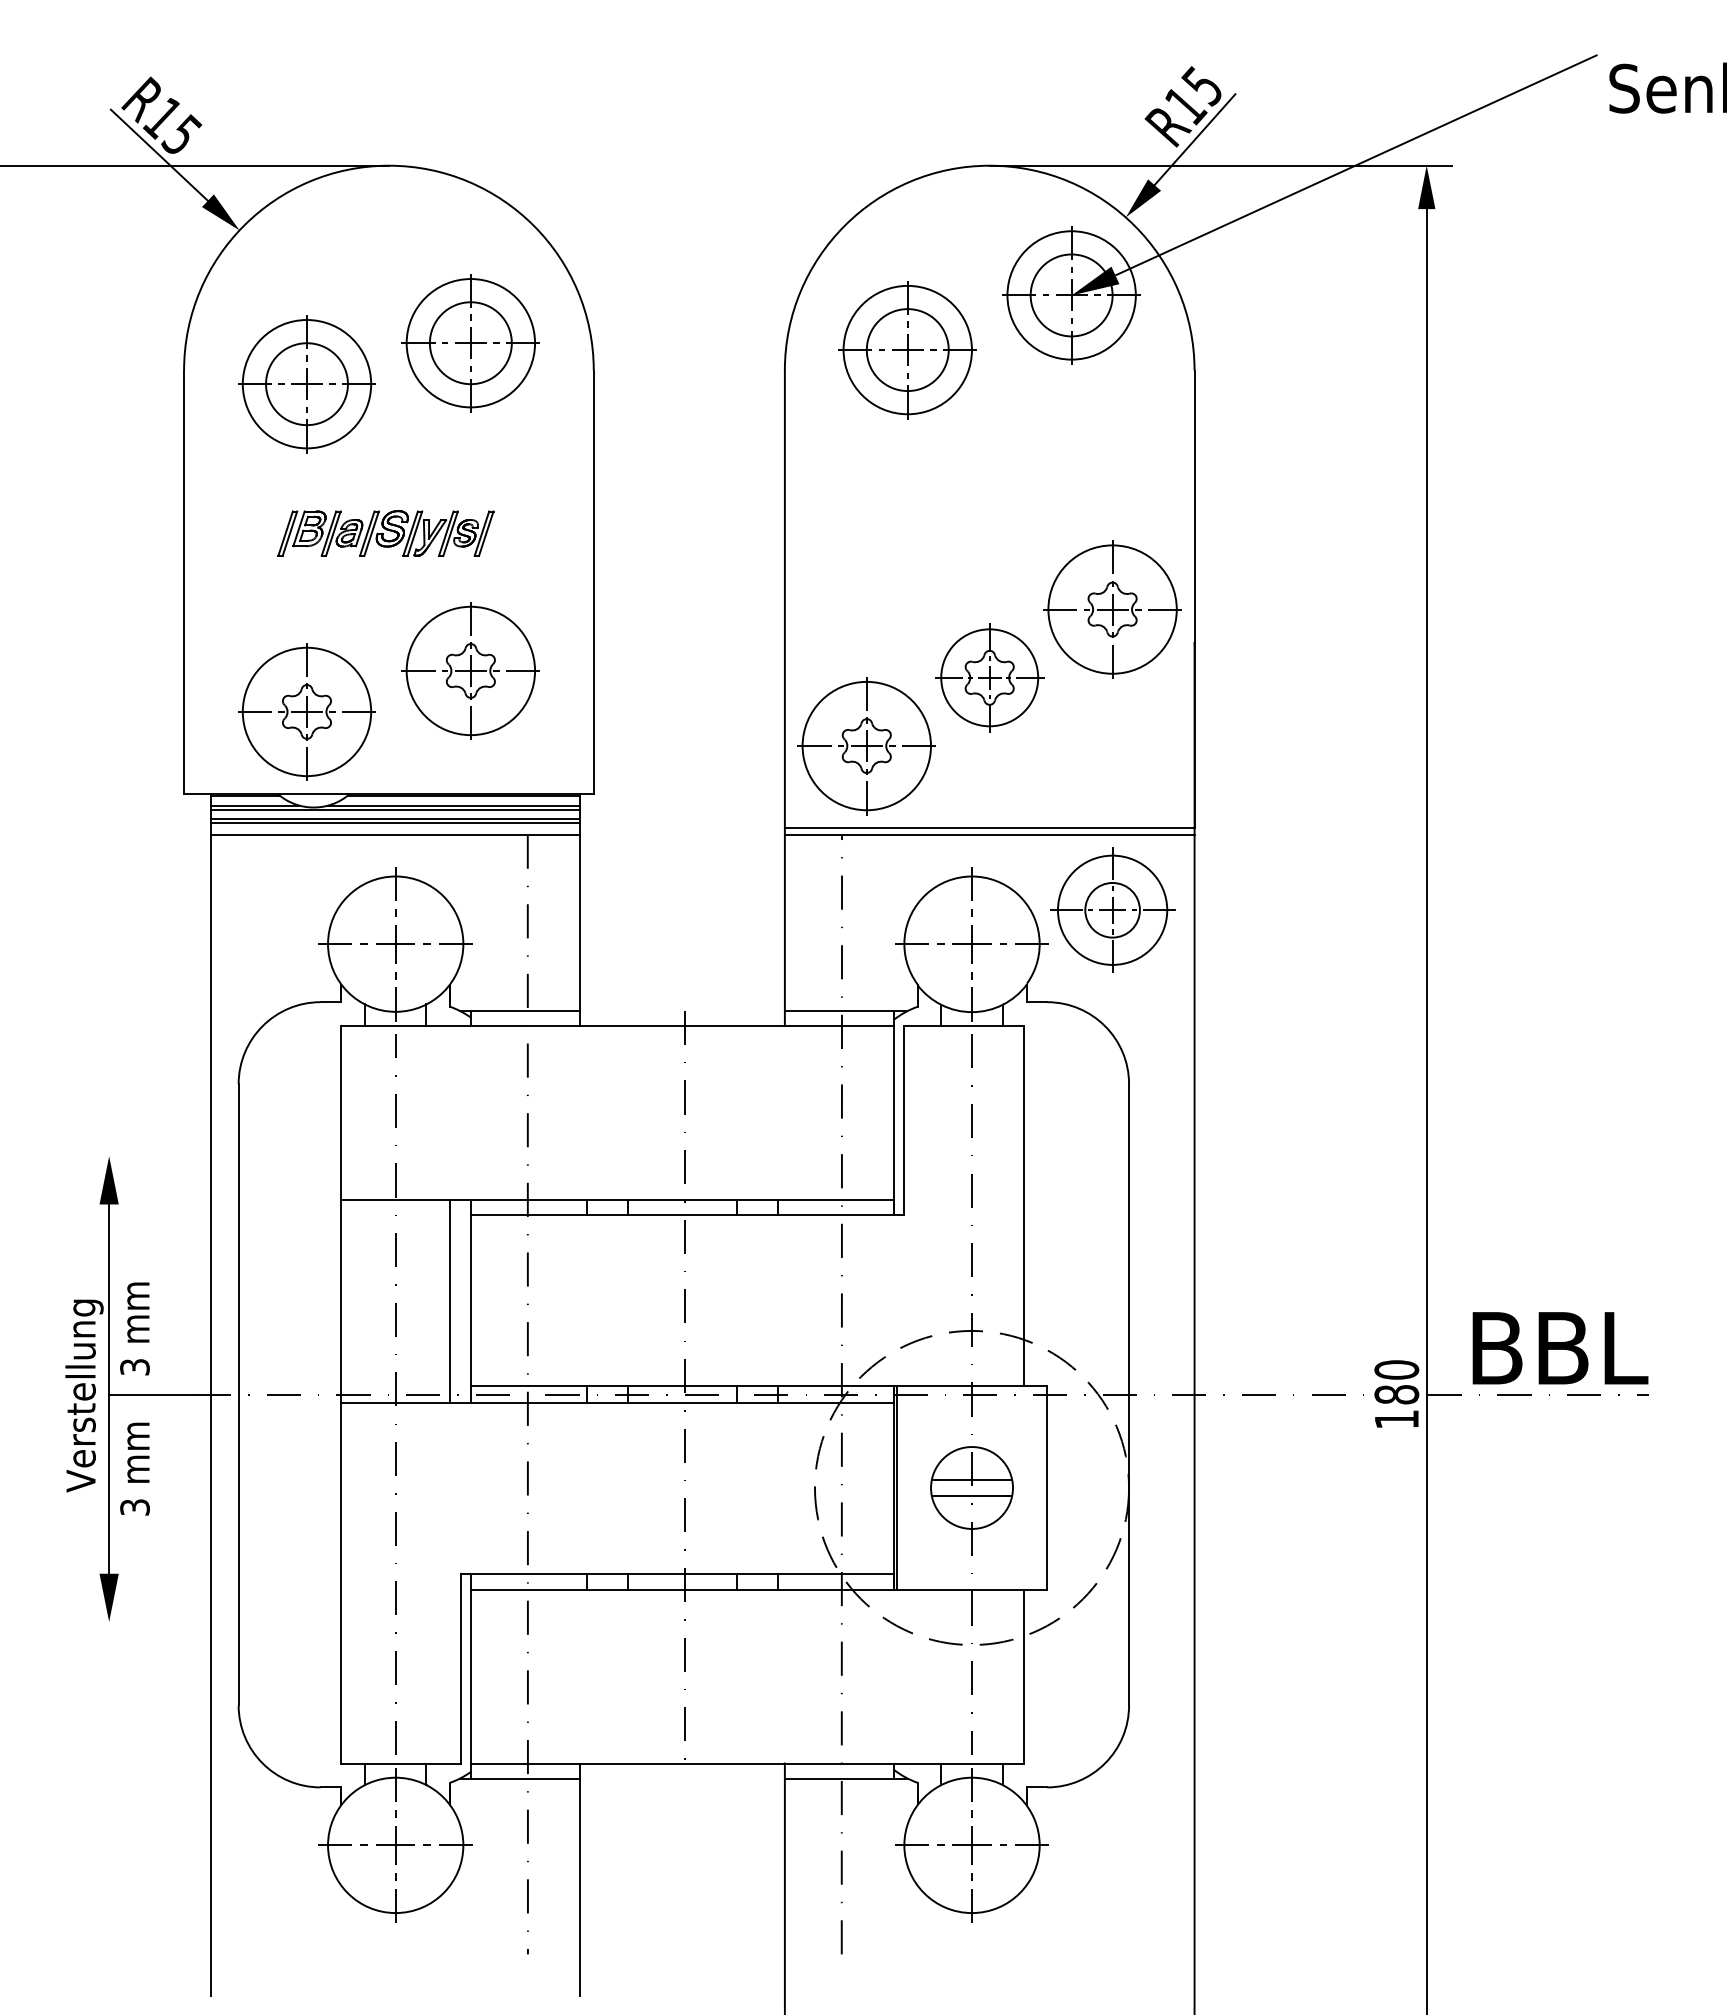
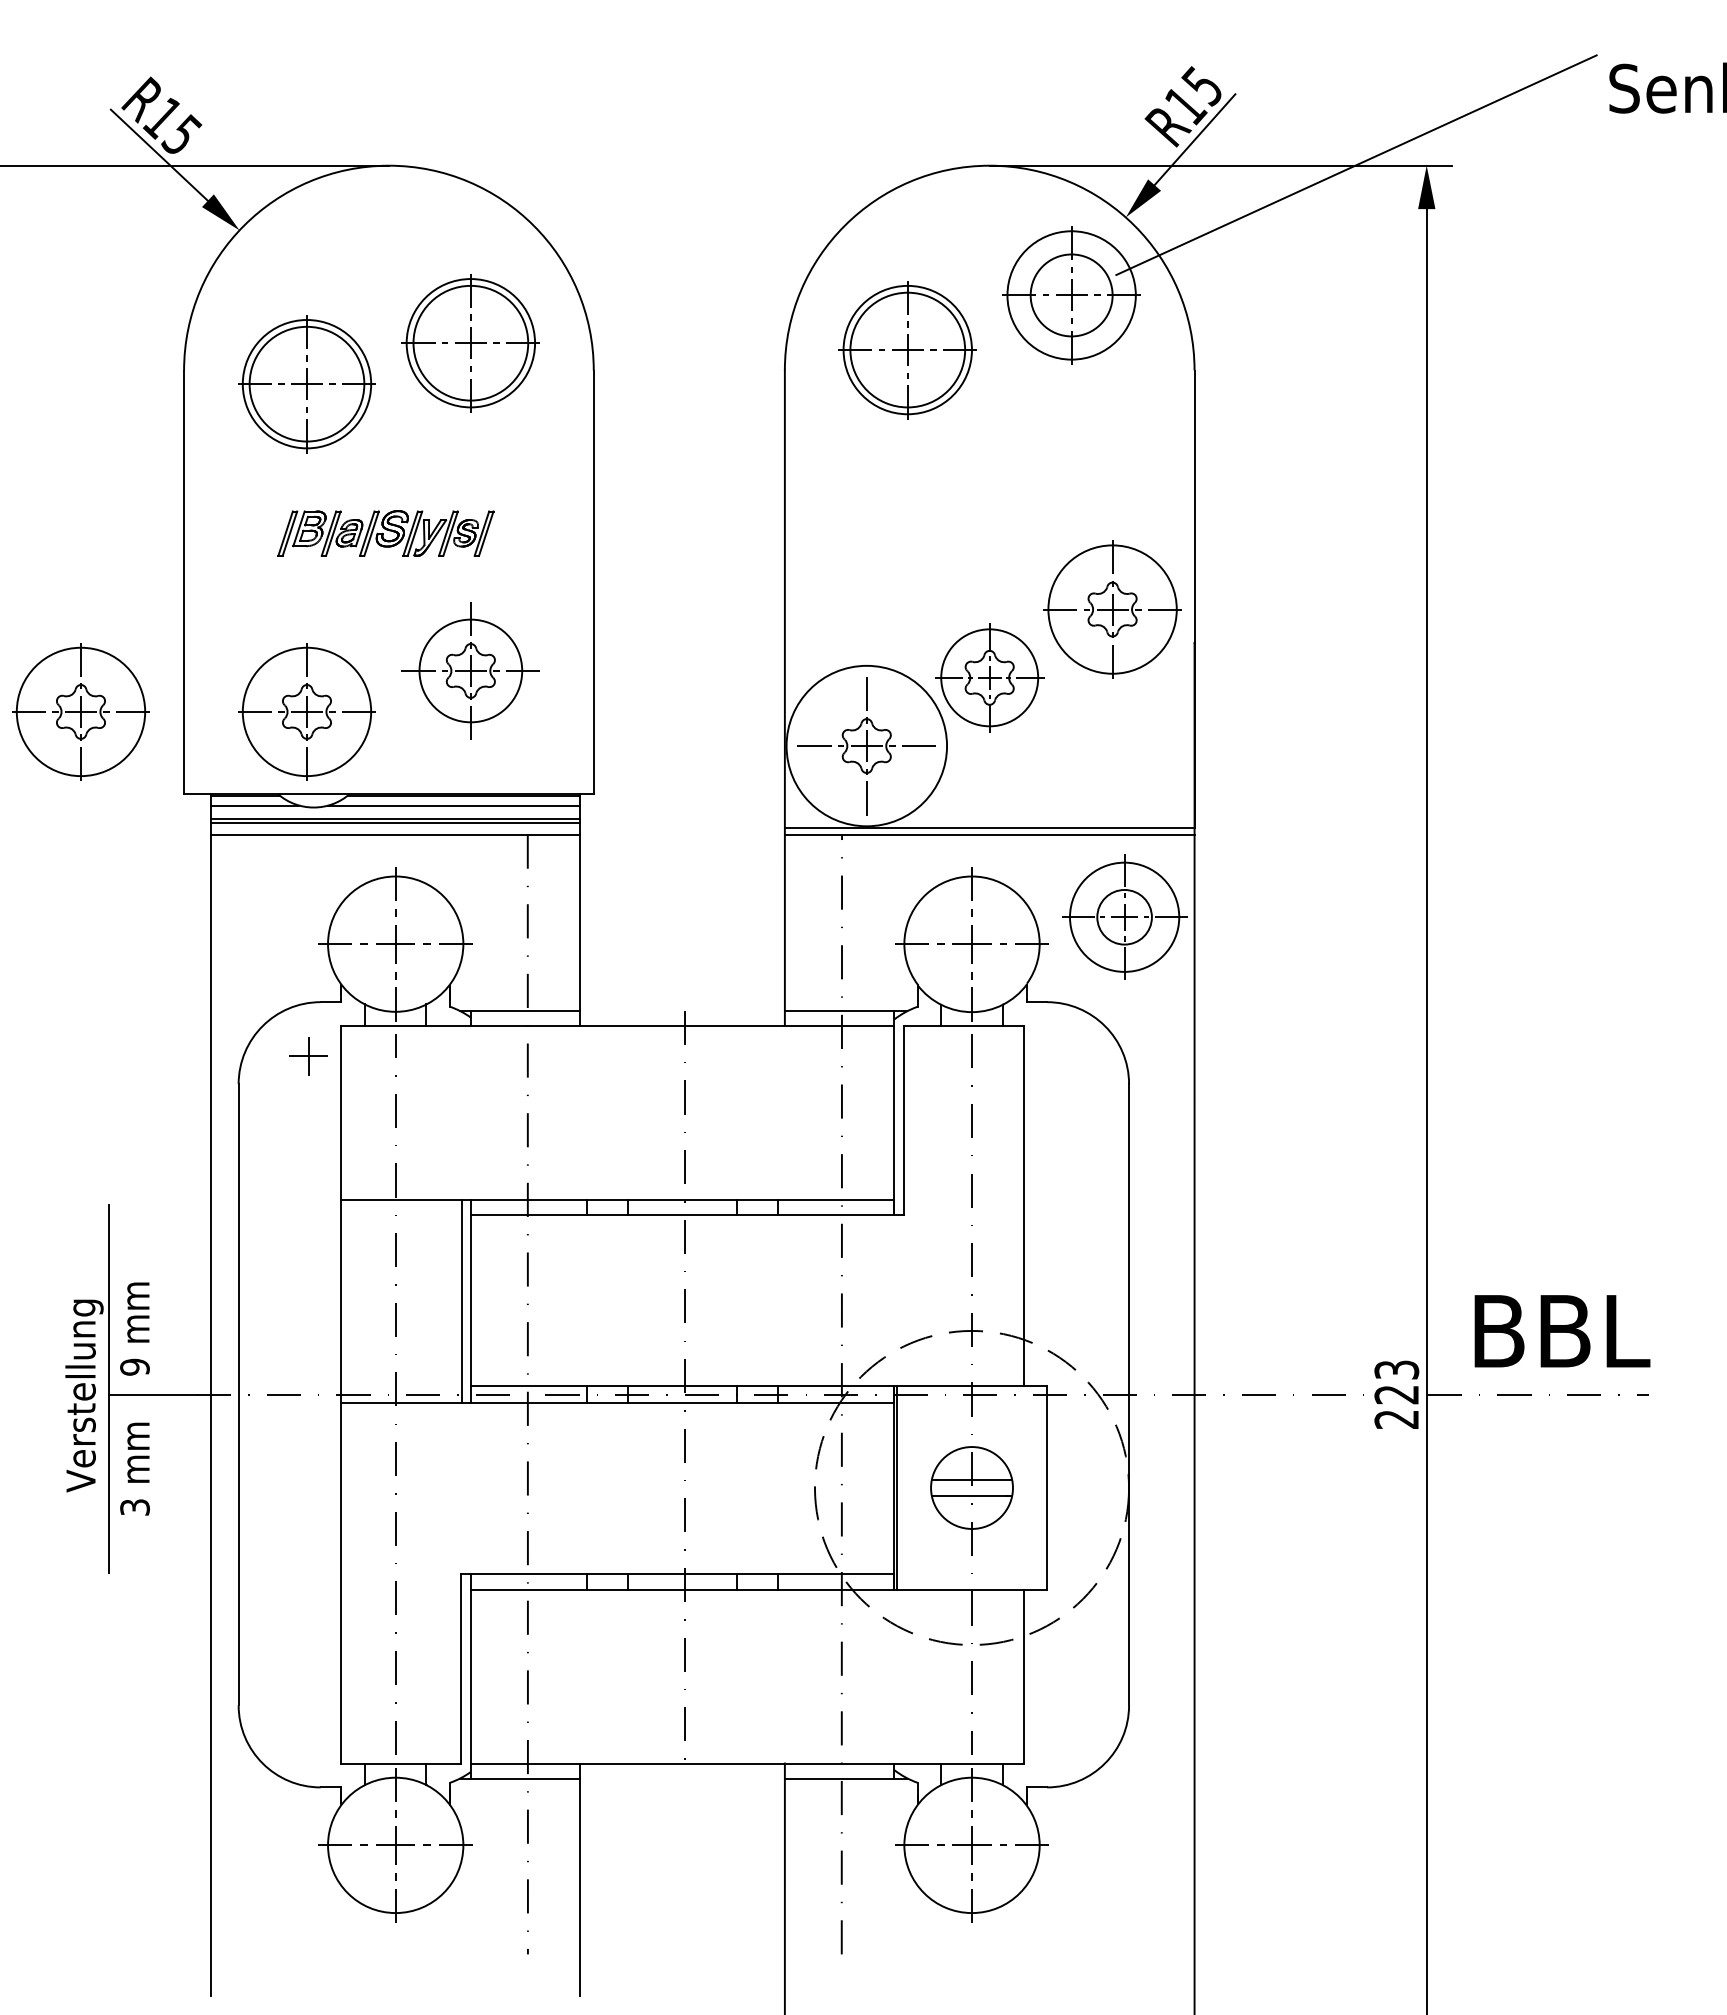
fill at (1095, 280): present -> none
circle at (470, 343) diameter: 82 px -> 115 px
circle at (907, 350) diameter: 82 px -> 115 px
circle at (306, 384) diameter: 82 px -> 115 px
circle at (470, 670) diameter: 128 px -> 103 px
part at (80, 711): none -> present
circle at (866, 745) diameter: 128 px -> 160 px
line at (395, 809): present -> none
part at (1112, 909) position: (1112, 909) -> (1124, 916)
part at (308, 1056): none -> present
fill at (108, 1180): present -> none
line at (450, 1301) position: (450, 1301) -> (462, 1301)
text at (1560, 1348) position: (1560, 1348) -> (1562, 1331)
text at (134, 1366): 3 -> 9
text at (1396, 1394): 180 -> 223
fill at (108, 1597): present -> none
